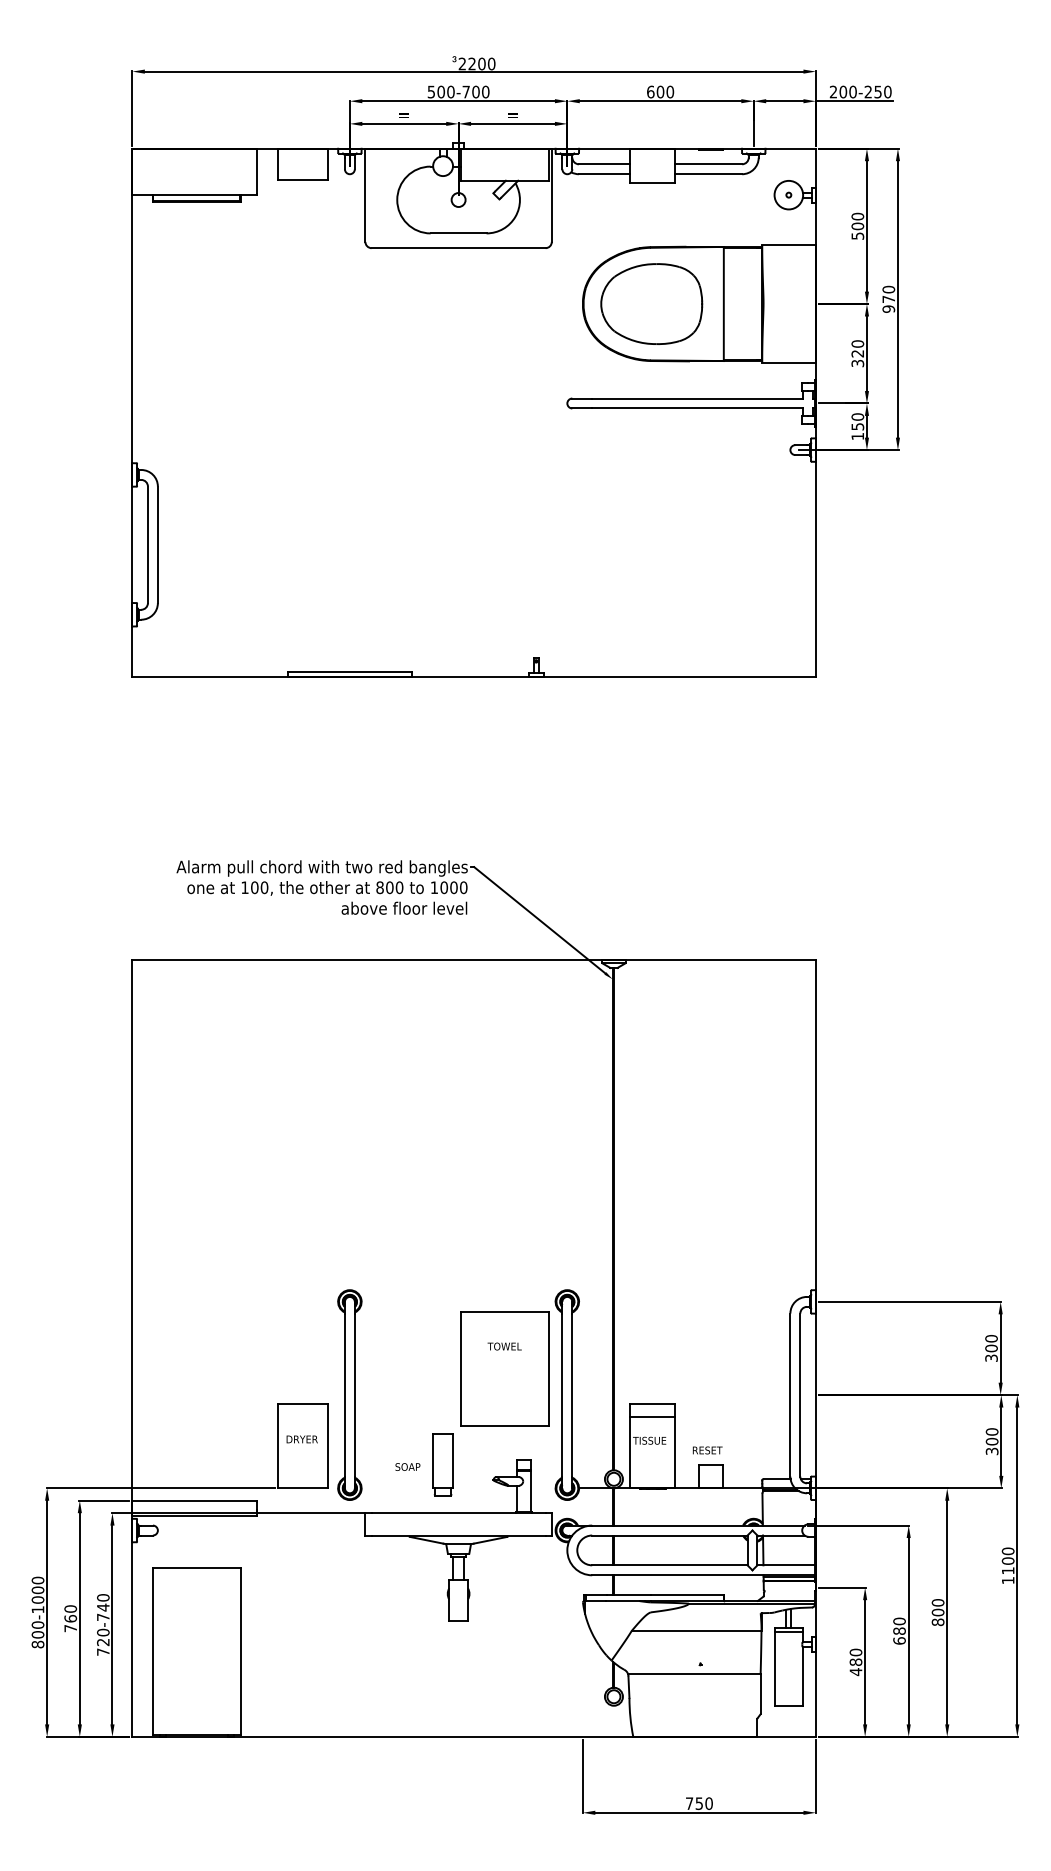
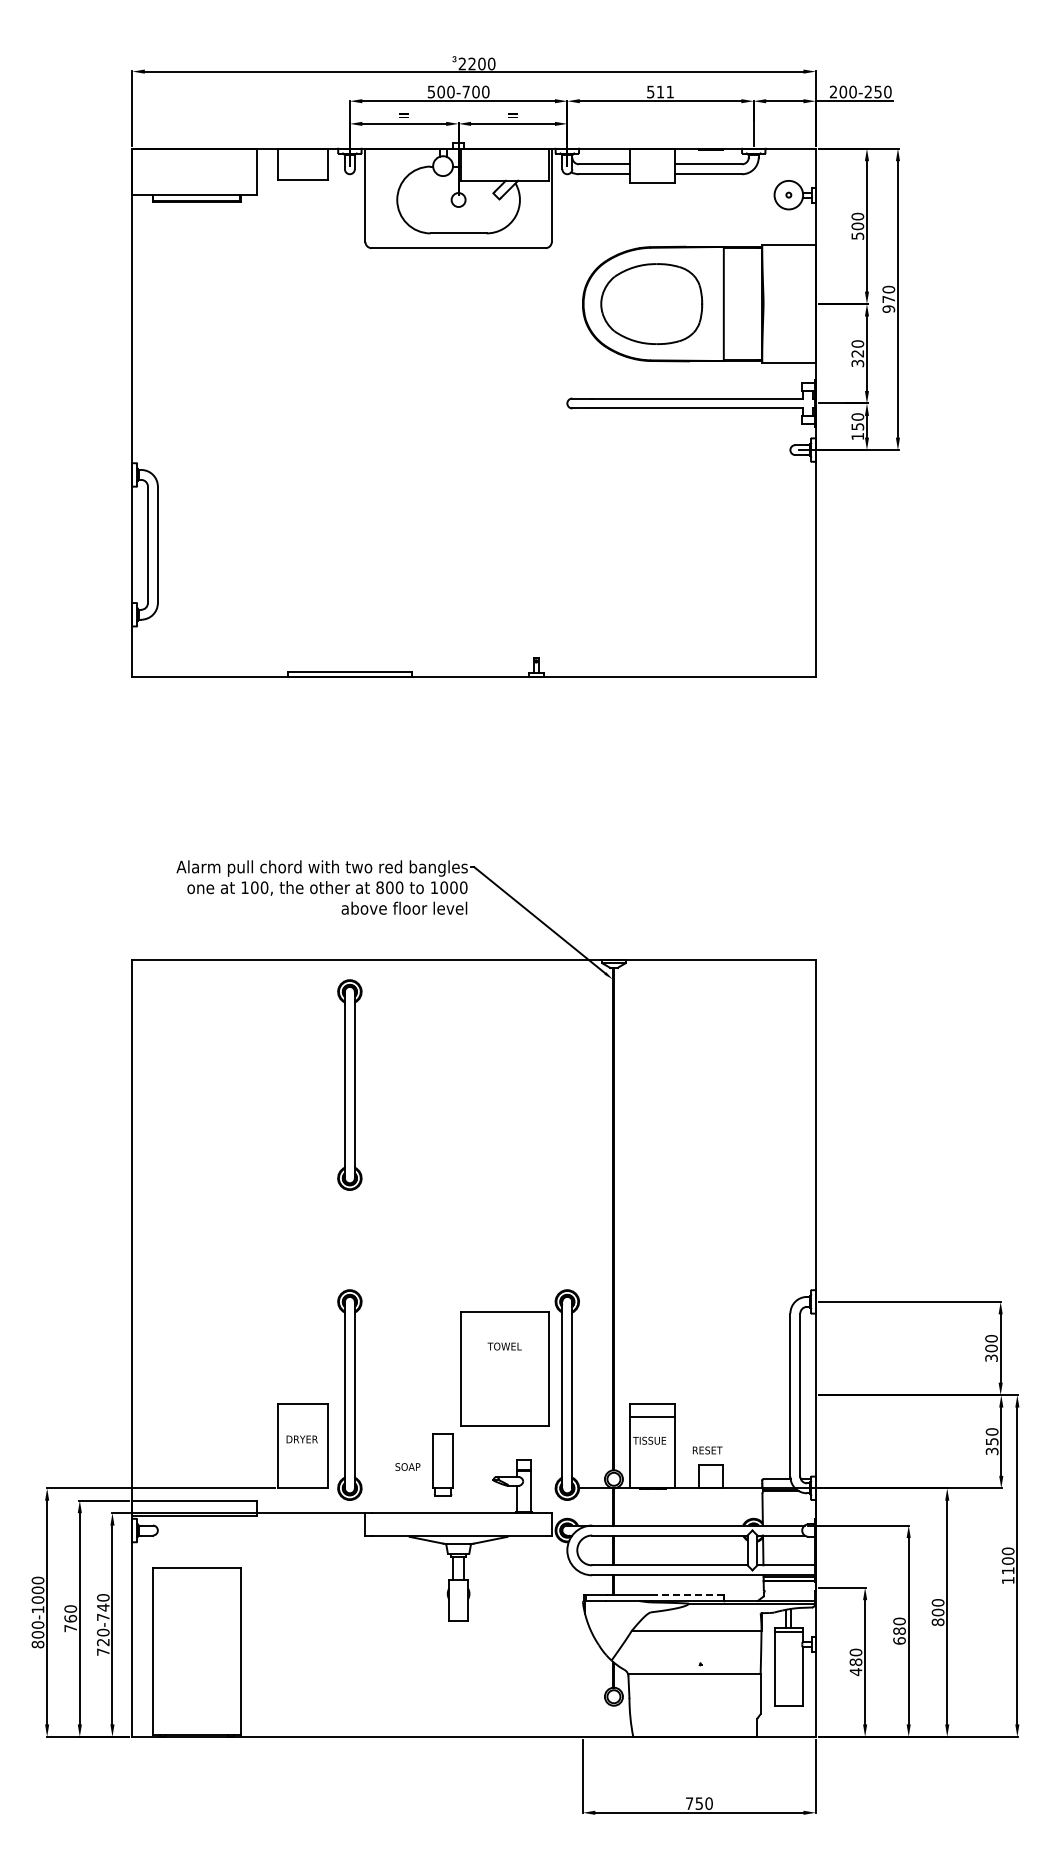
text at (660, 91): 600 -> 511
part at (349, 1084): none -> present
text at (991, 1441): 300 -> 350
line at (687, 1594): solid -> dashed
